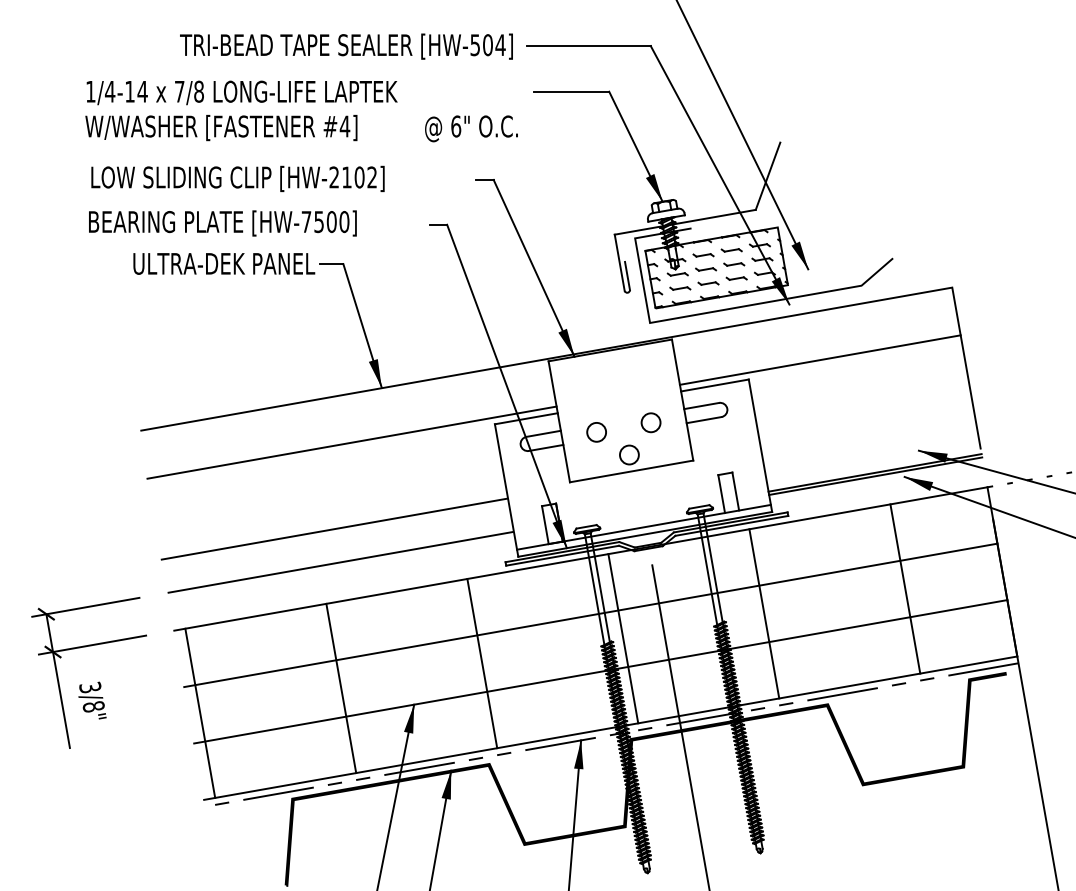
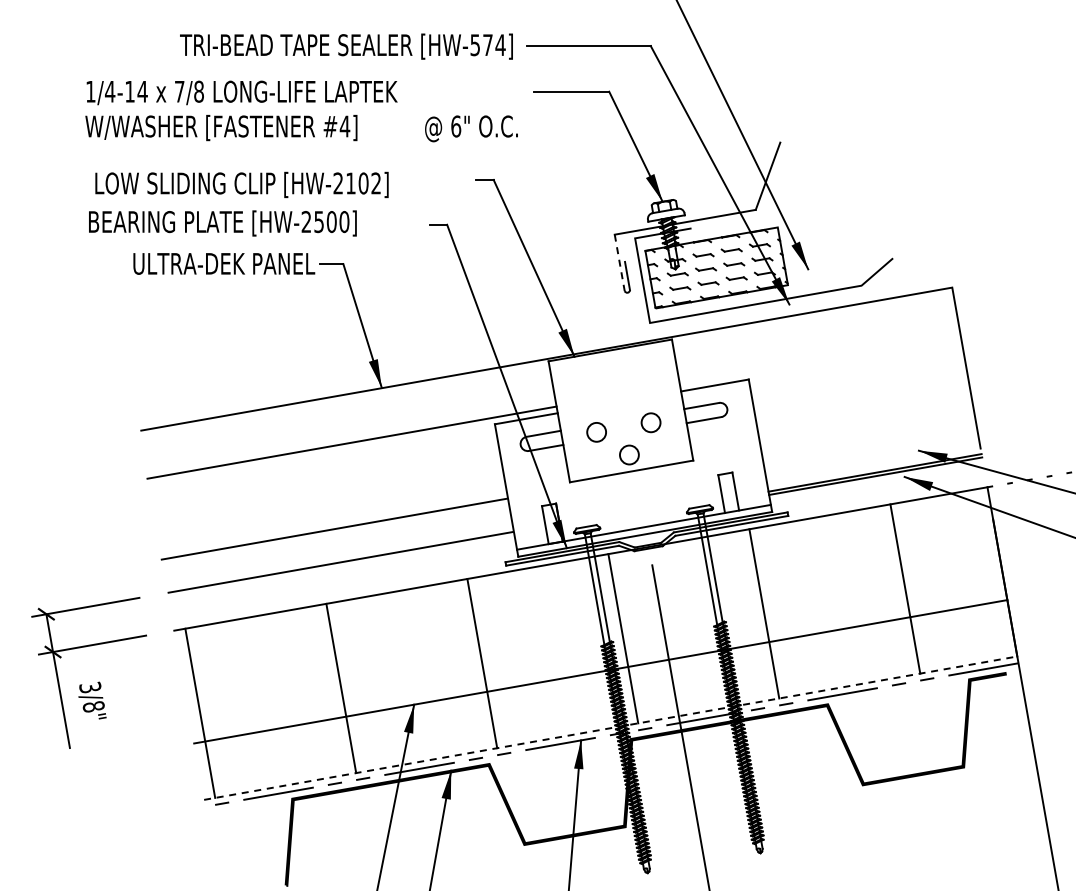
text at (487, 45): [HW-504] -> [HW-574]
text at (237, 178) position: (237, 178) -> (241, 184)
text at (306, 221): [HW-7500] -> [HW-2500]
line at (619, 262): solid -> dashed
line at (819, 359): present -> none
line at (590, 615): present -> none
line at (610, 728): solid -> dashed
